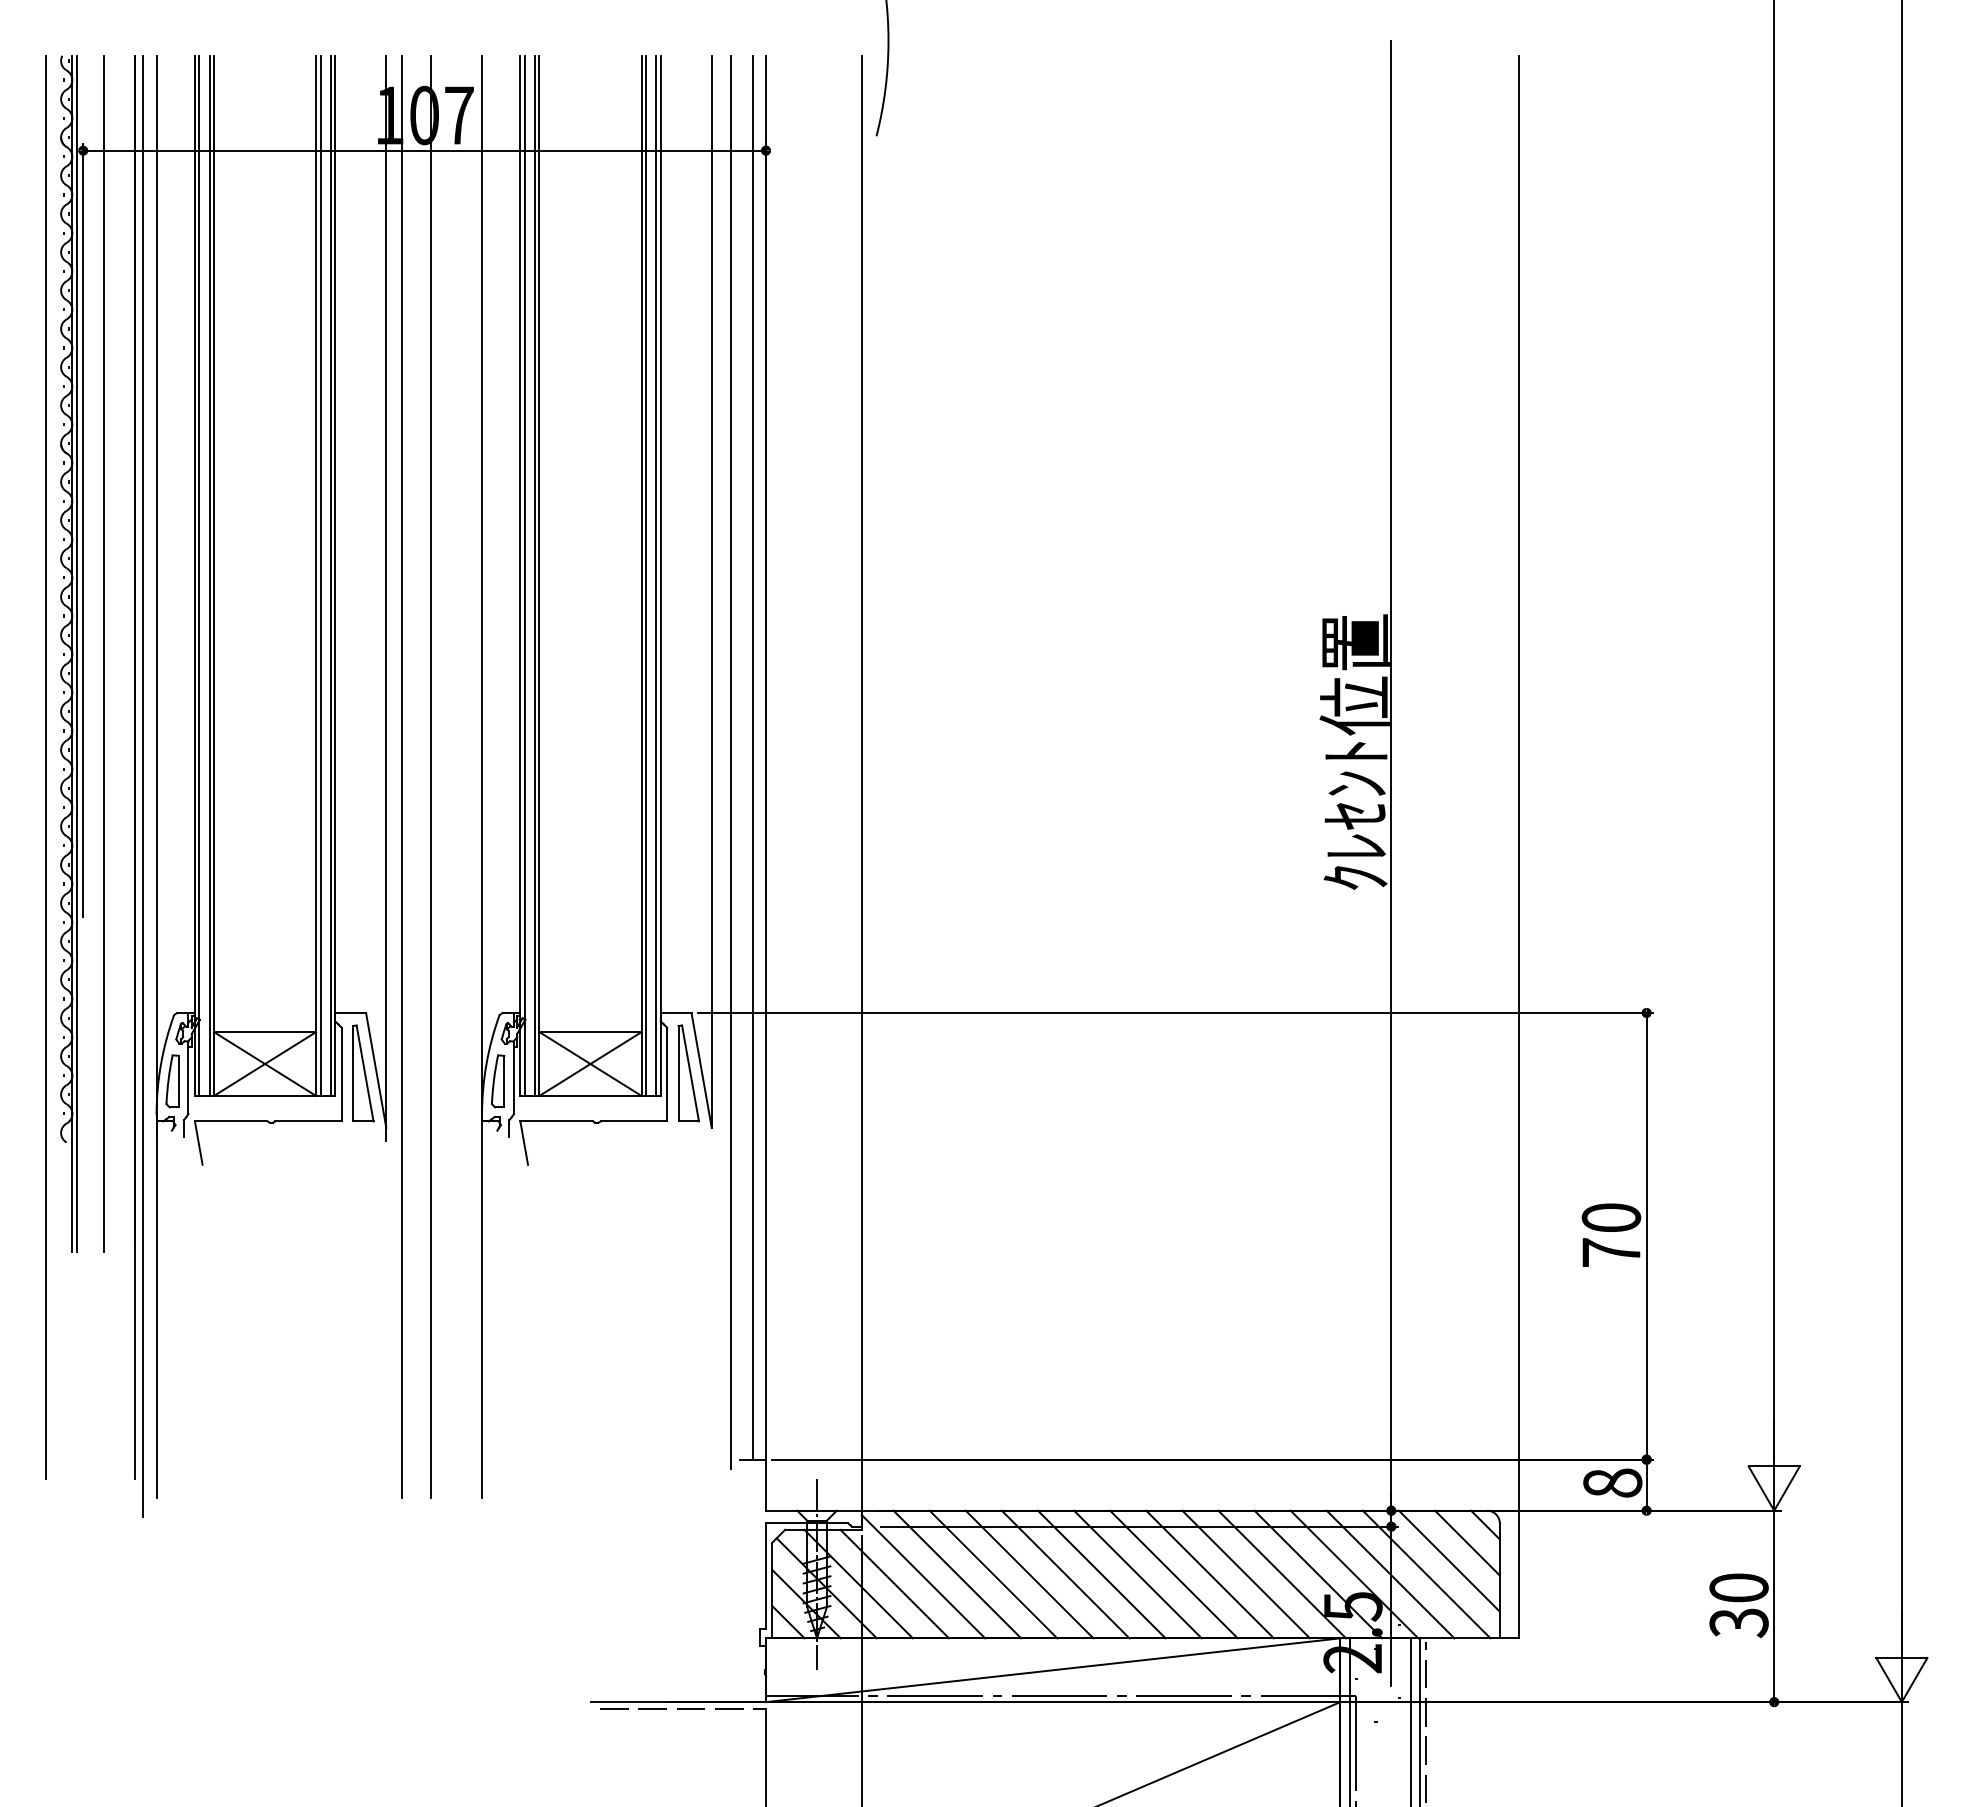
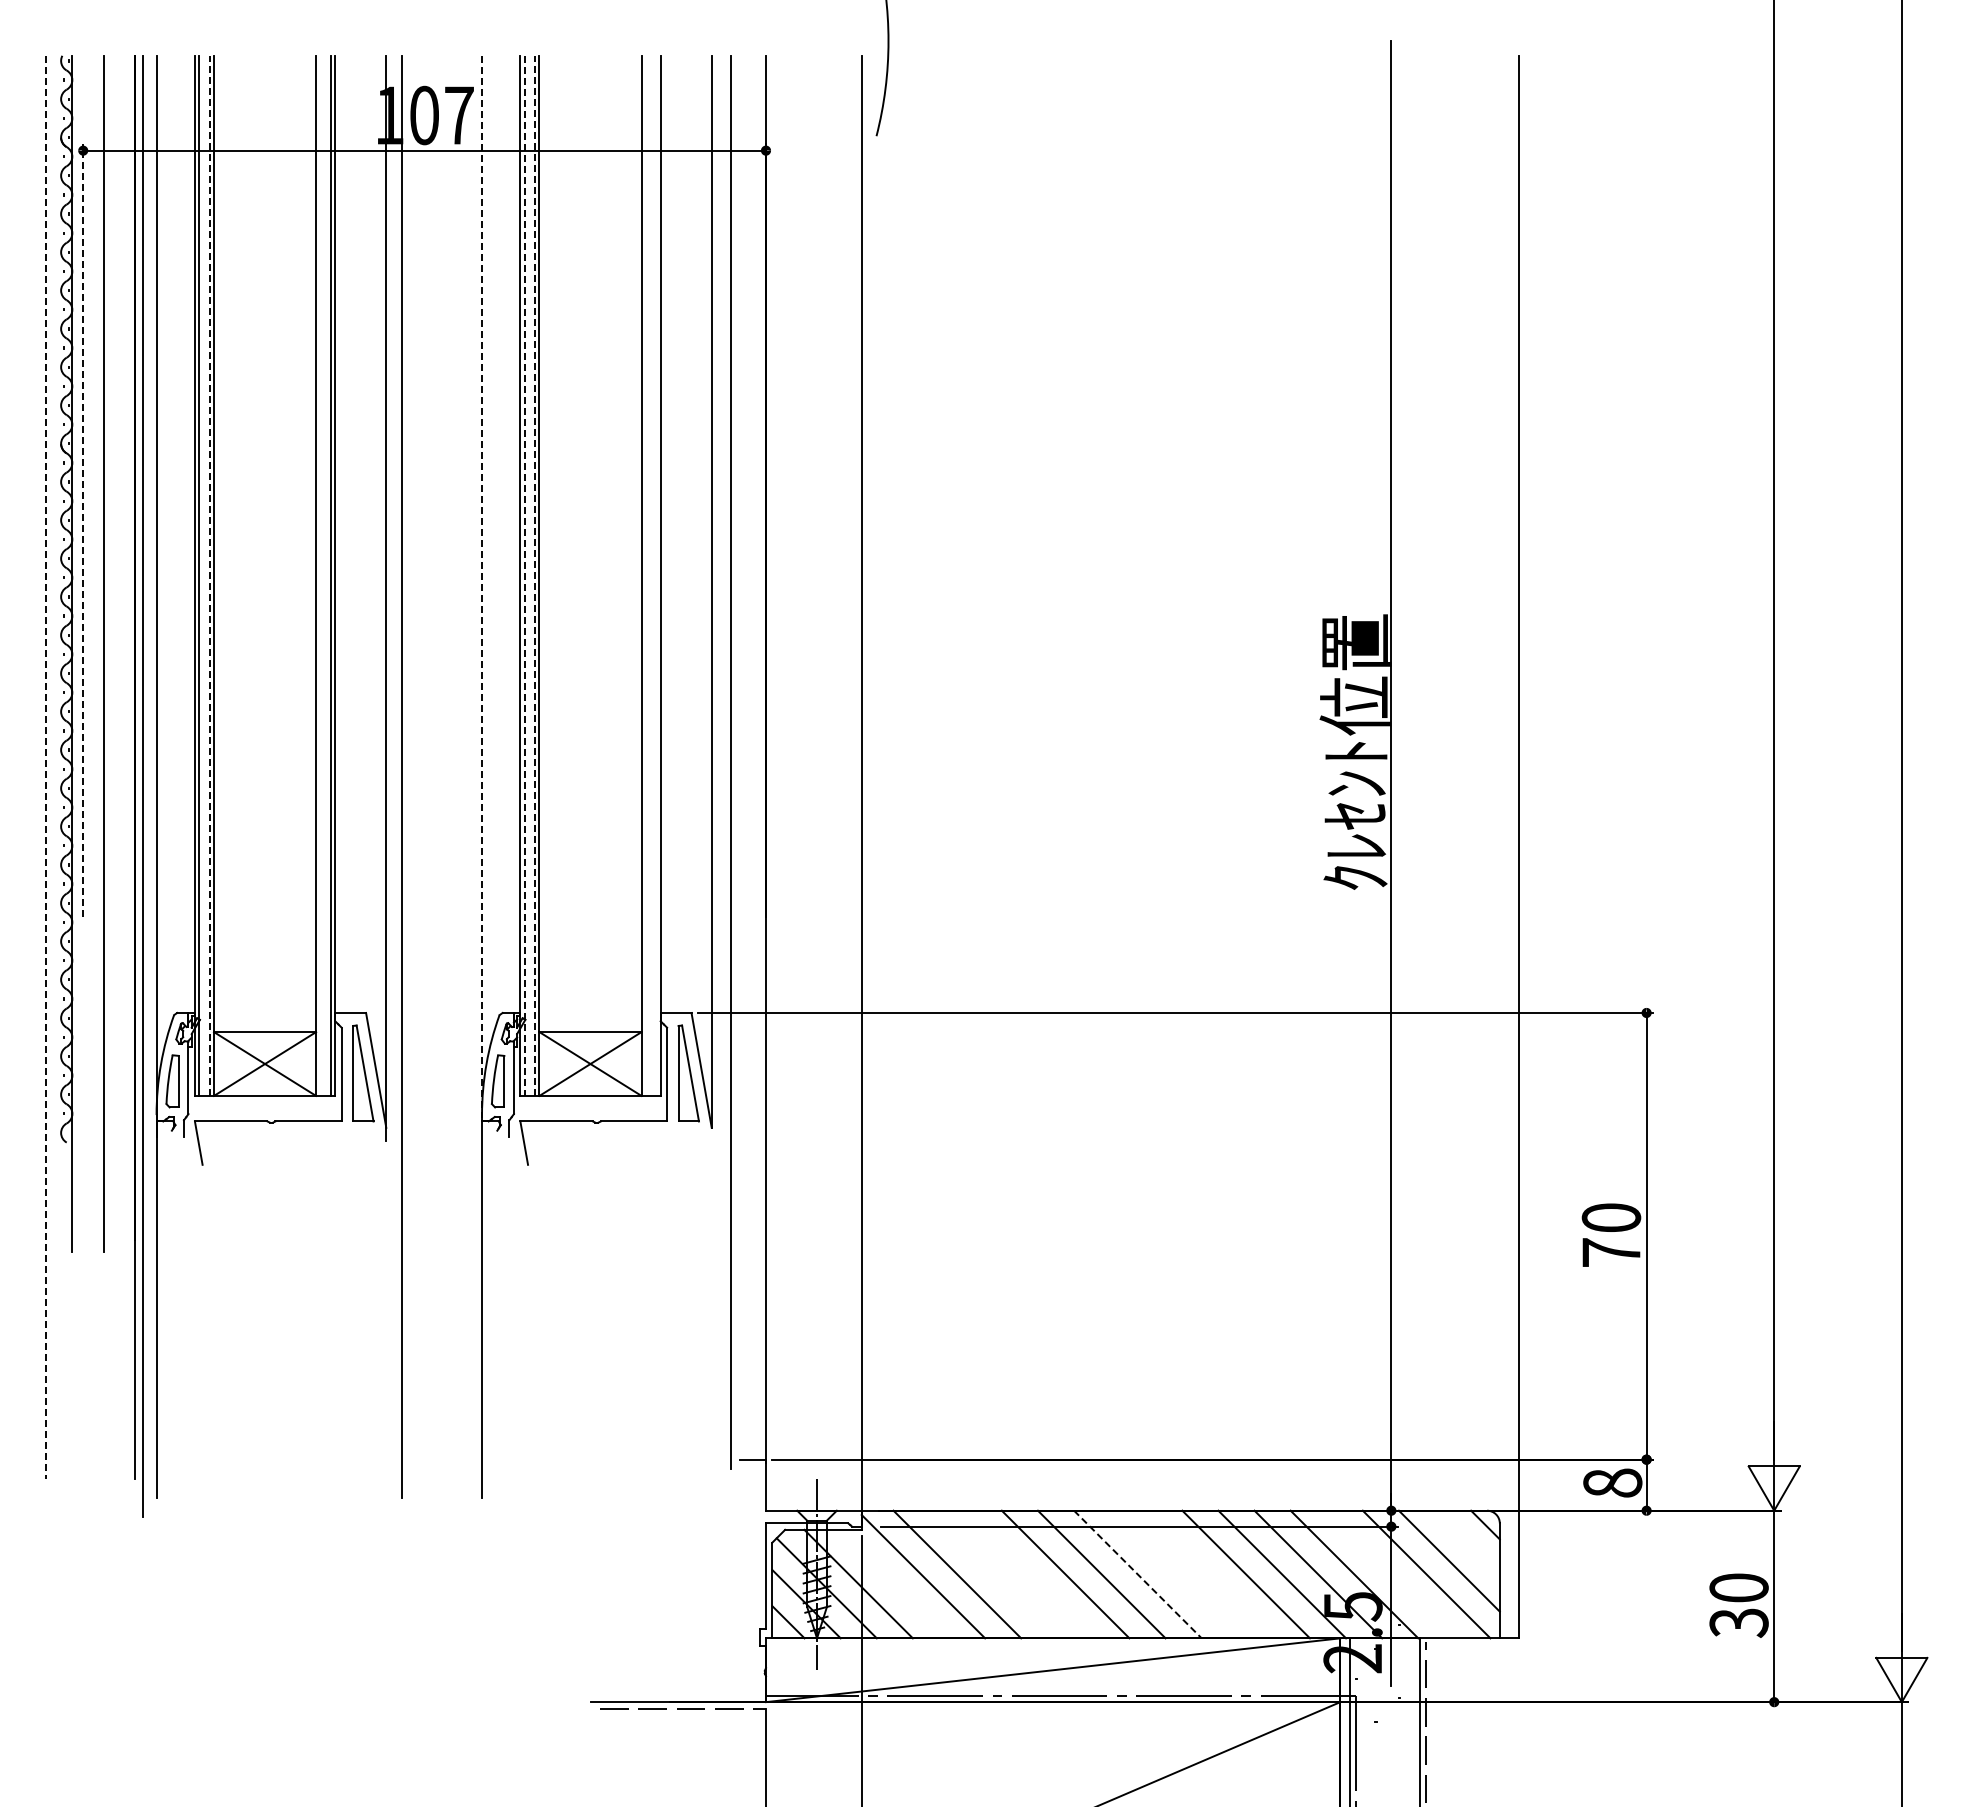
line at (83, 530): solid -> dashed
line at (209, 575): solid -> dashed
line at (320, 575): present -> none
line at (534, 575): solid -> dashed
line at (646, 575): present -> none
line at (656, 575): present -> none
line at (524, 576): solid -> dashed
line at (482, 587): solid -> dashed
line at (77, 653): present -> none
line at (753, 757): present -> none
line at (45, 767): solid -> dashed
line at (430, 776): present -> none
line at (1467, 1542): present -> none
line at (993, 1574): present -> none
line at (1029, 1574): present -> none
line at (1138, 1574): solid -> dashed
line at (1173, 1574): present -> none
line at (1209, 1574): present -> none
line at (1390, 1574): present -> none
line at (894, 1583): present -> none
line at (1410, 1720): present -> none
